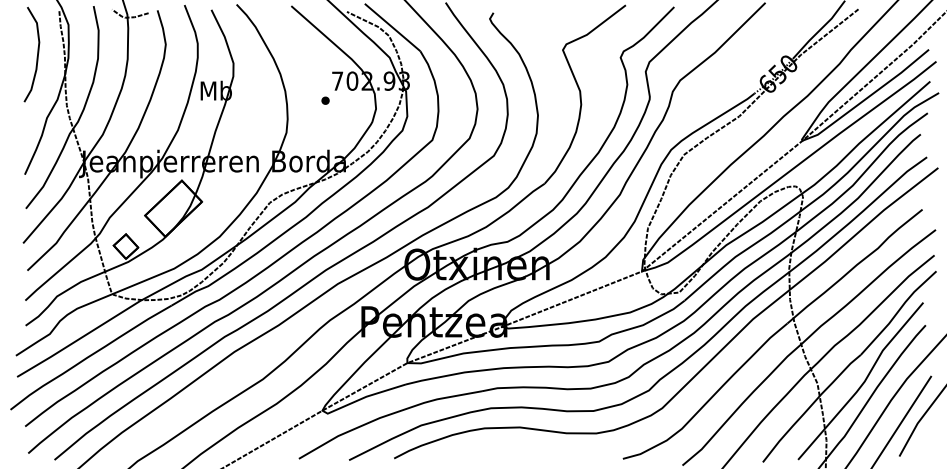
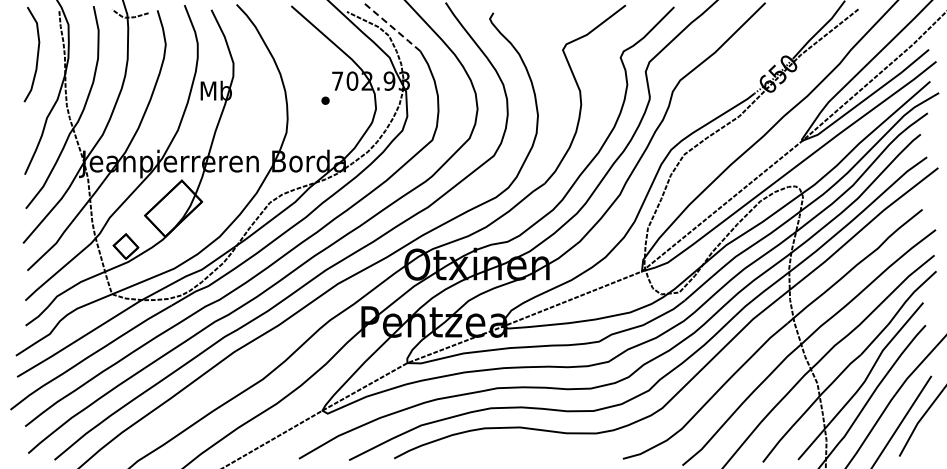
line at (392, 27): solid -> dashed
